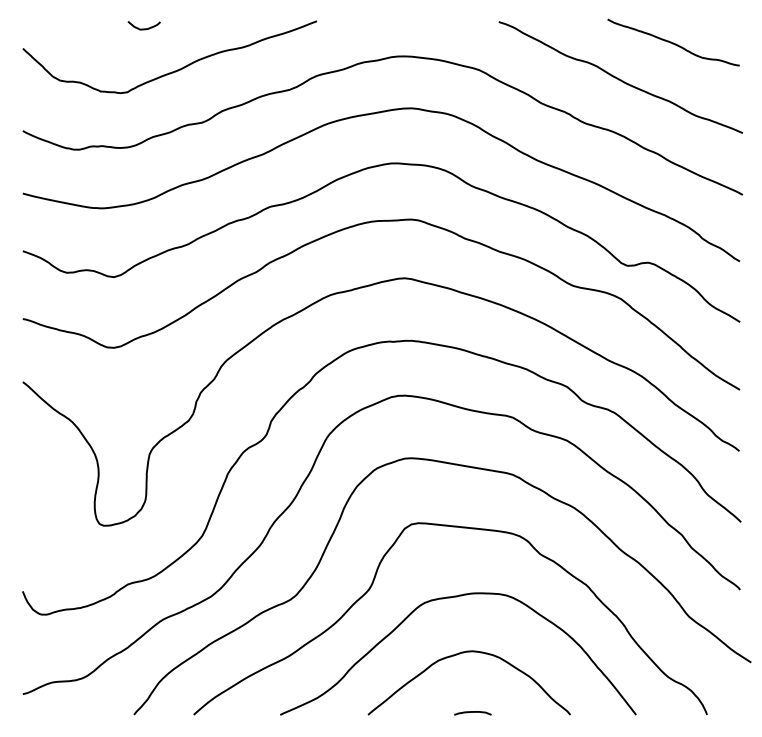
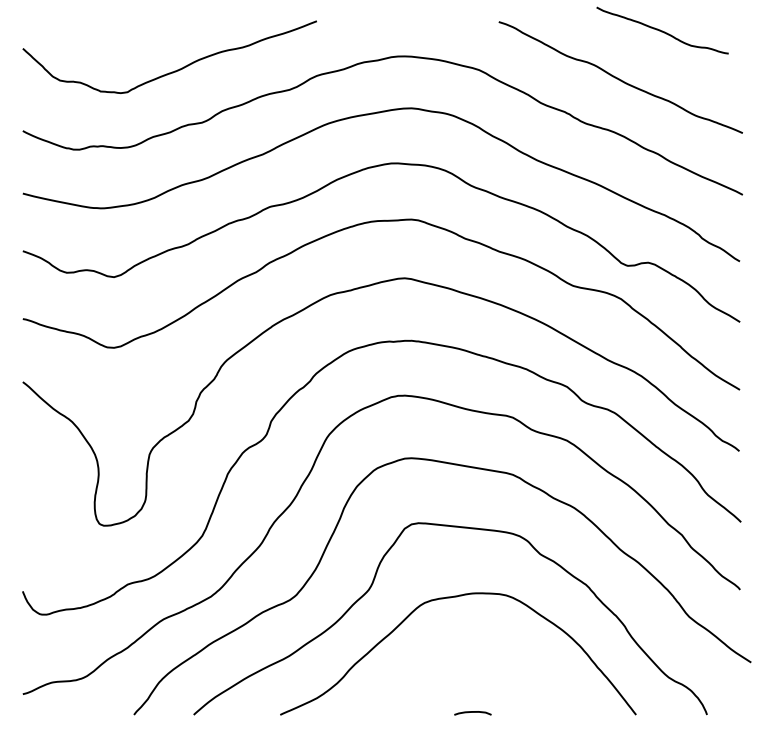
curve at (143, 28): present -> none
curve at (673, 42) position: (673, 42) -> (662, 30)
curve at (460, 654): present -> none
